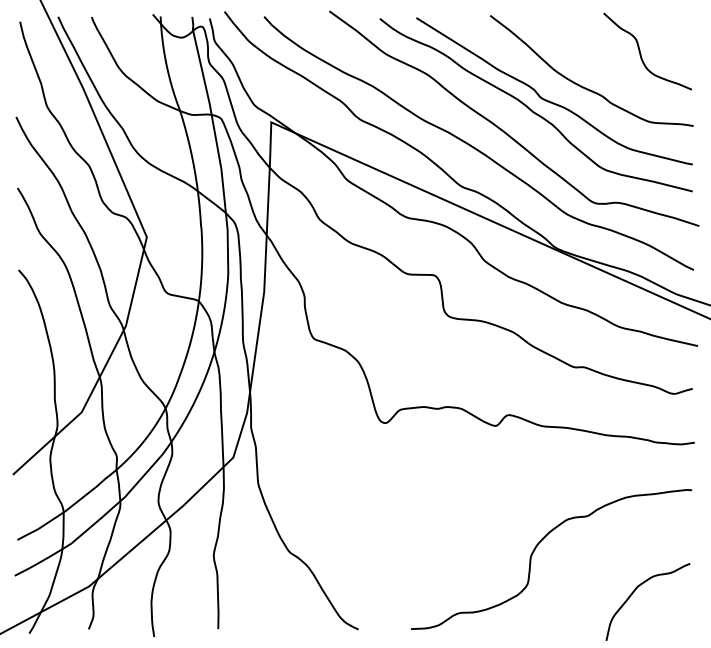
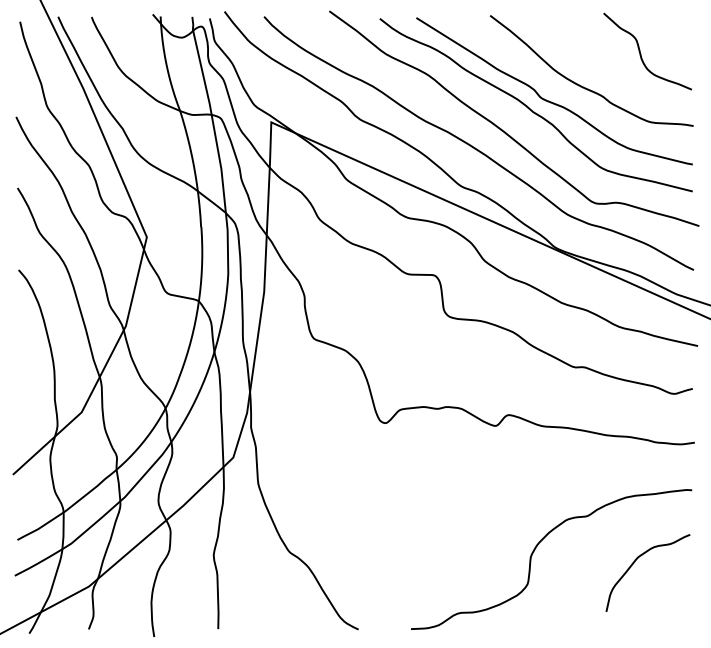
curve at (634, 592) position: (634, 592) -> (634, 563)
